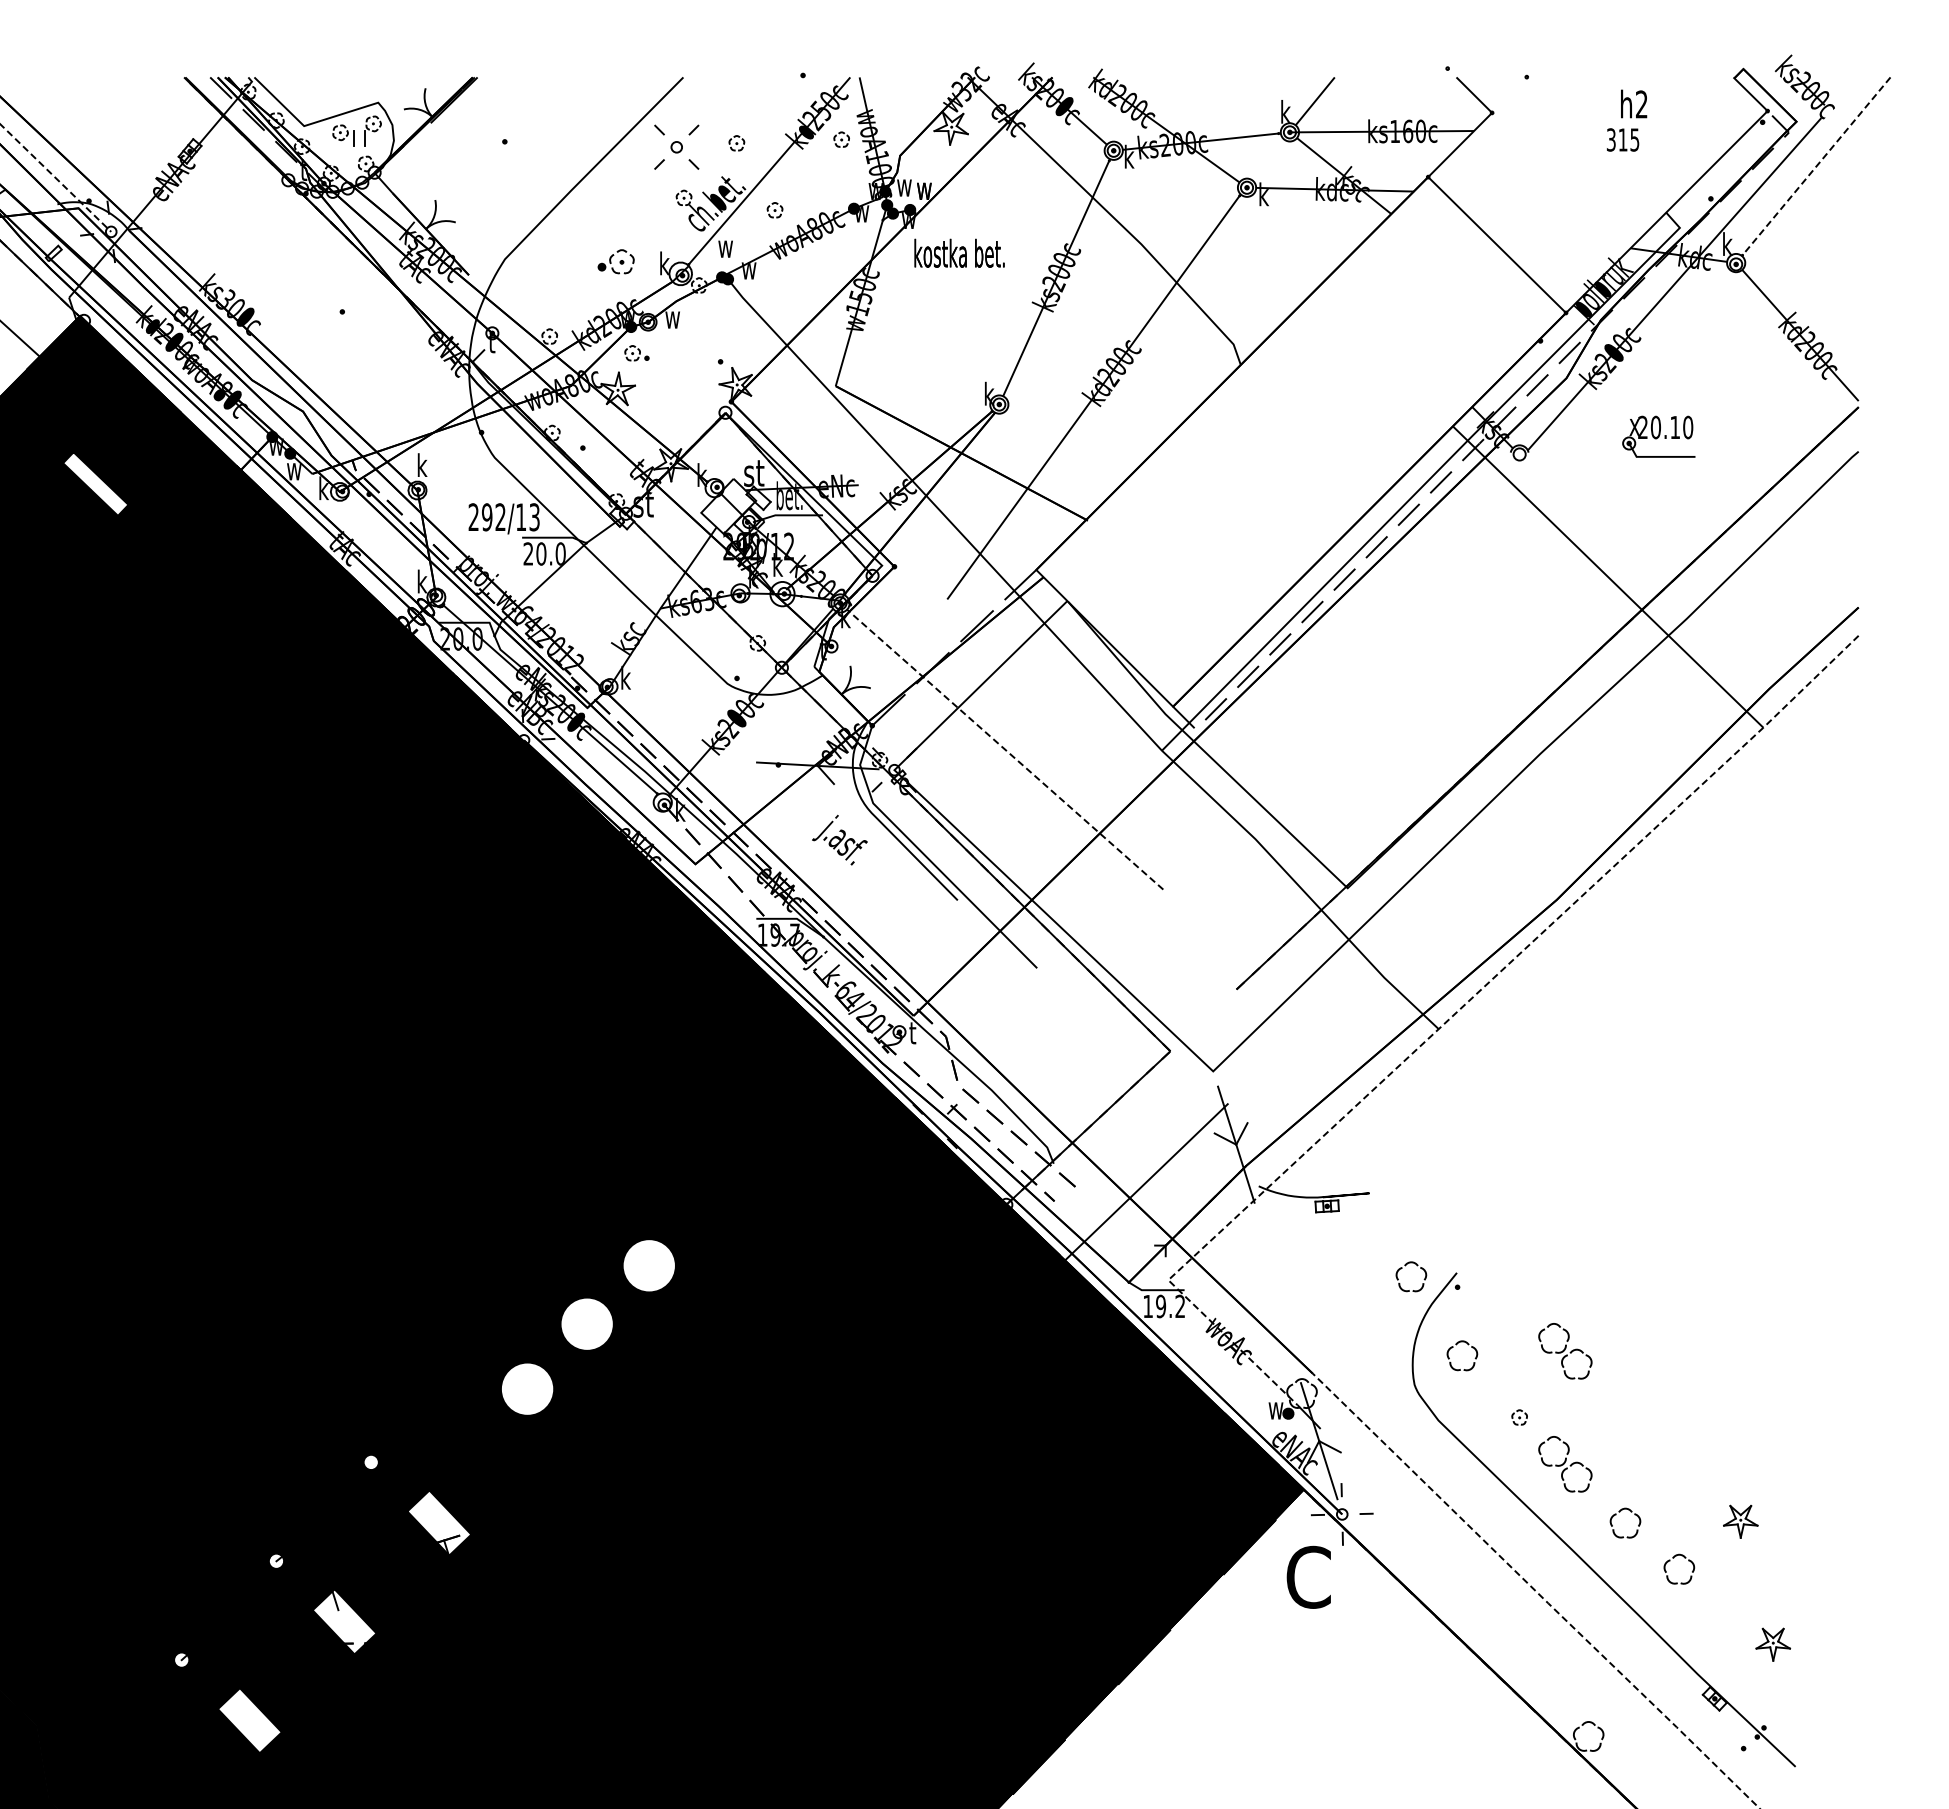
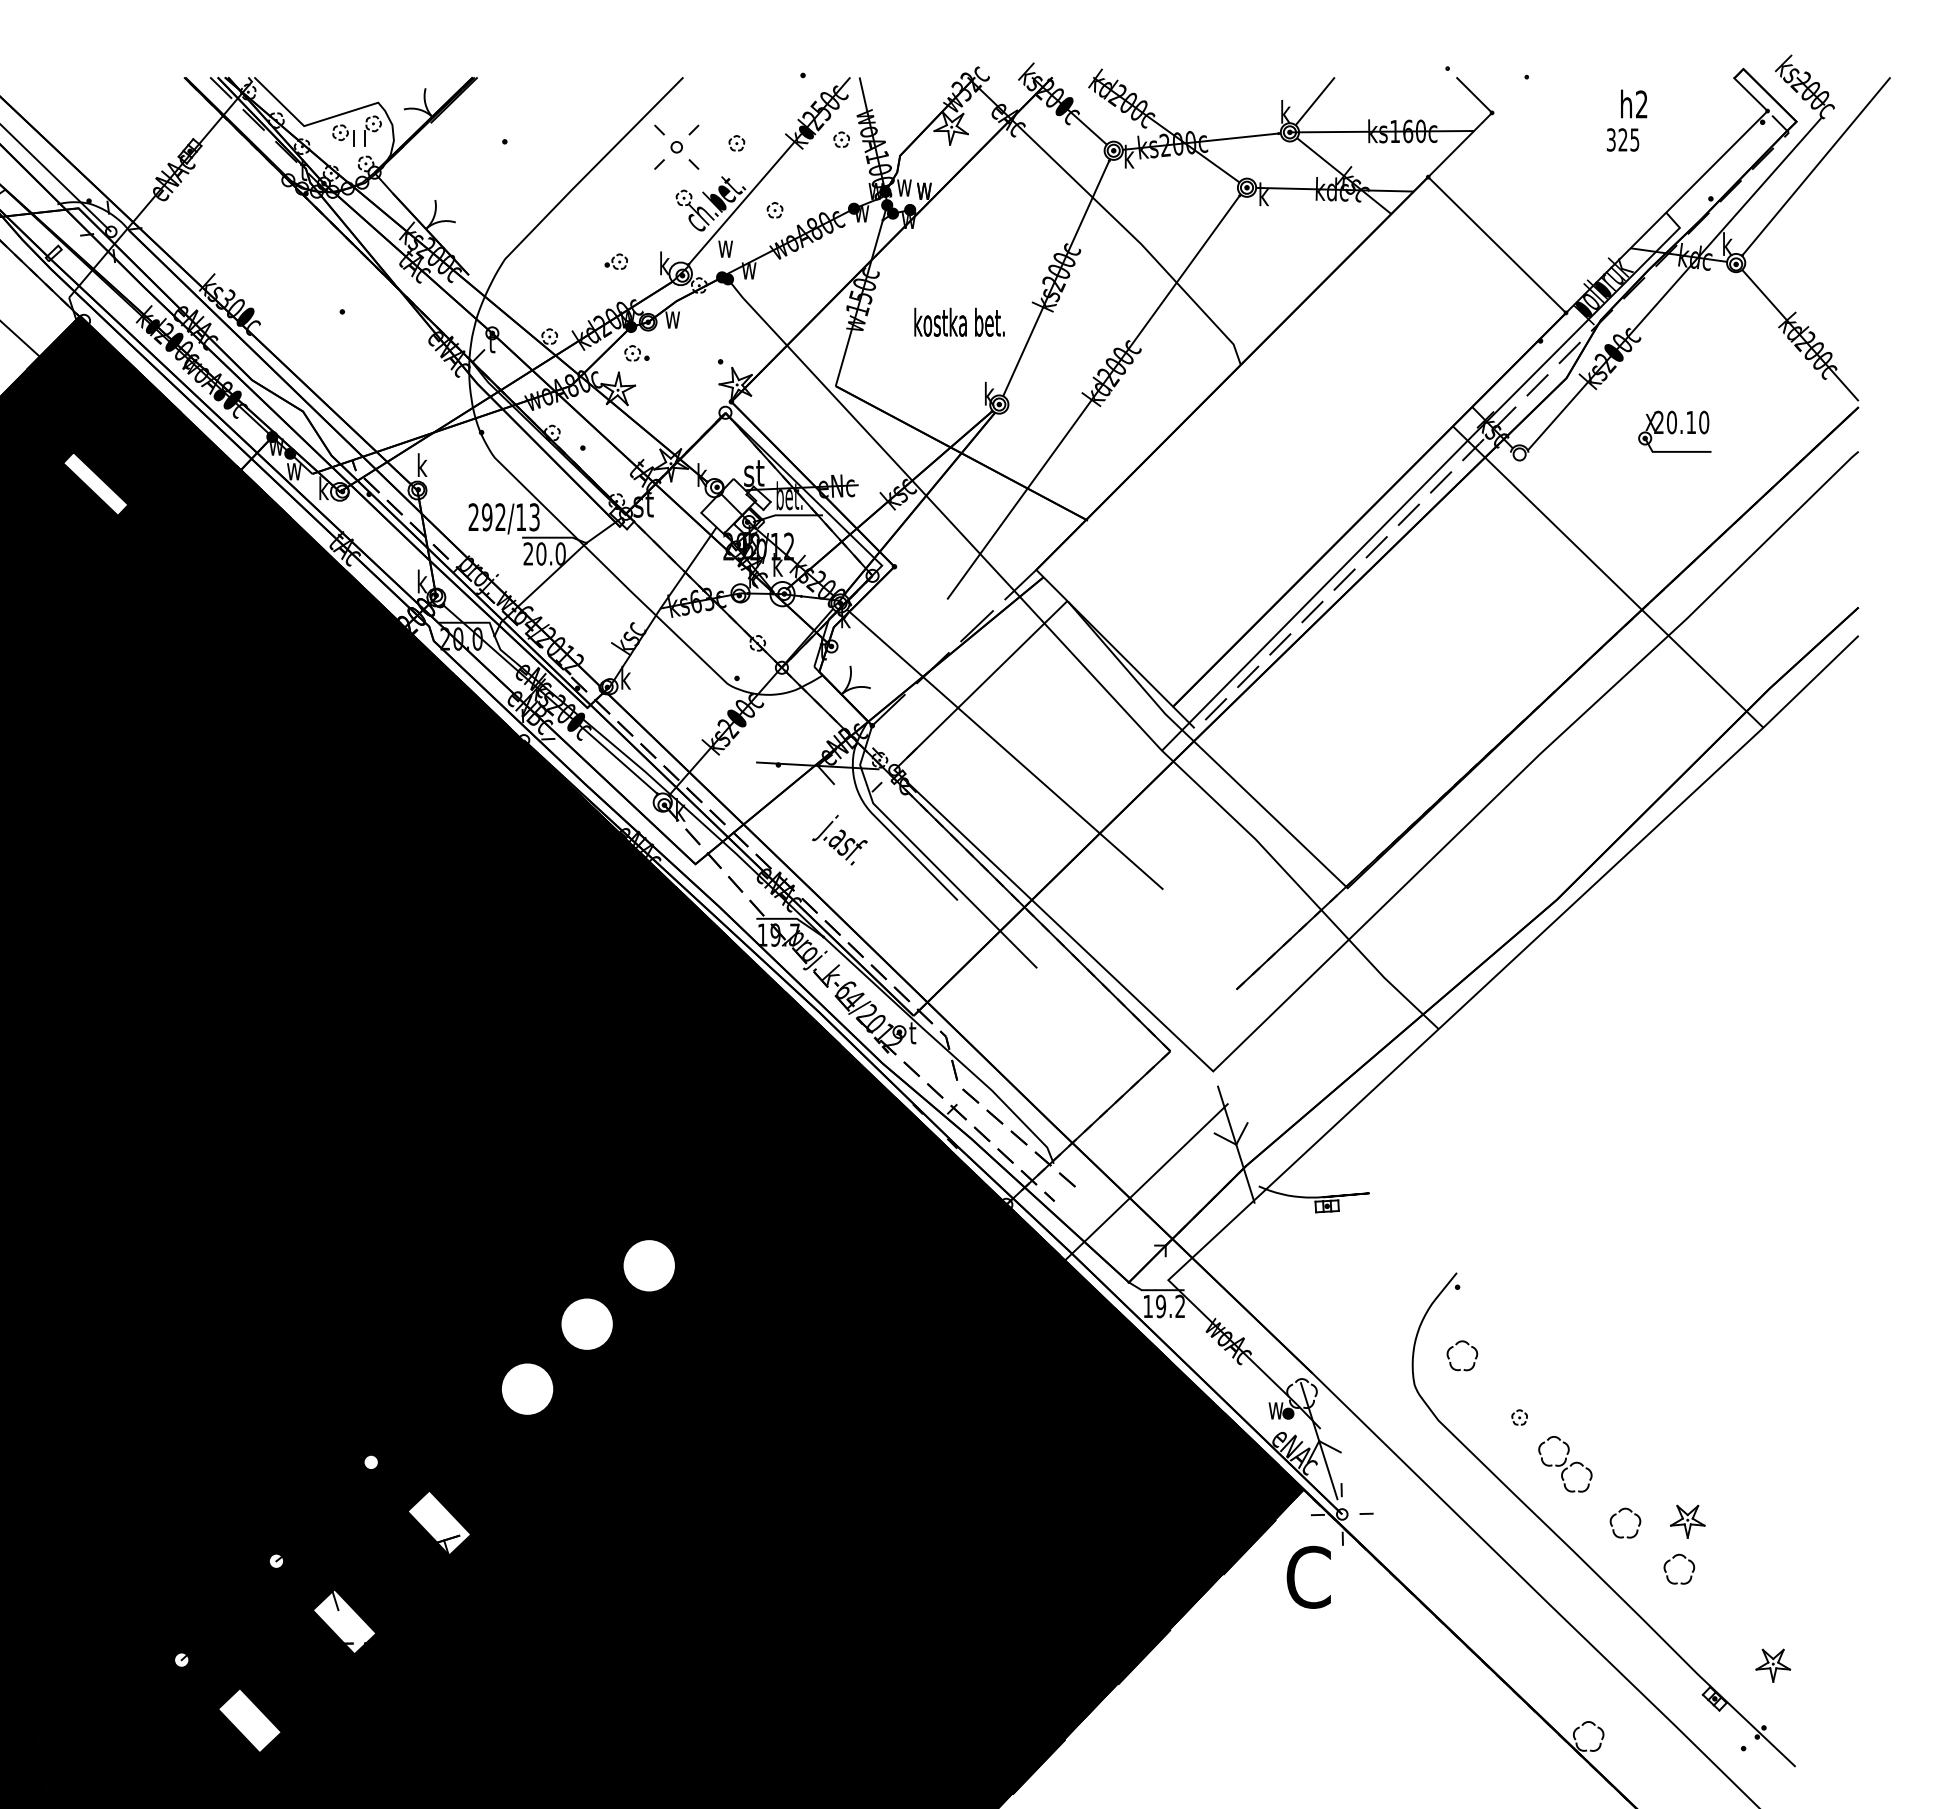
text at (1622, 139): 315 -> 325
line at (1816, 166): dashed -> solid
line at (56, 178): dashed -> solid
text at (959, 252) position: (959, 252) -> (959, 321)
part at (615, 261) size: 38x26 px -> 24x17 px
part at (1658, 436) position: (1658, 436) -> (1674, 431)
line at (1004, 749): dashed -> solid
line at (1448, 1020): dashed -> solid
part at (1405, 1266): present -> none
part at (1565, 1351): present -> none
part at (1740, 1521) position: (1740, 1521) -> (1687, 1521)
line at (1536, 1591): dashed -> solid
part at (1773, 1644) position: (1773, 1644) -> (1773, 1665)
